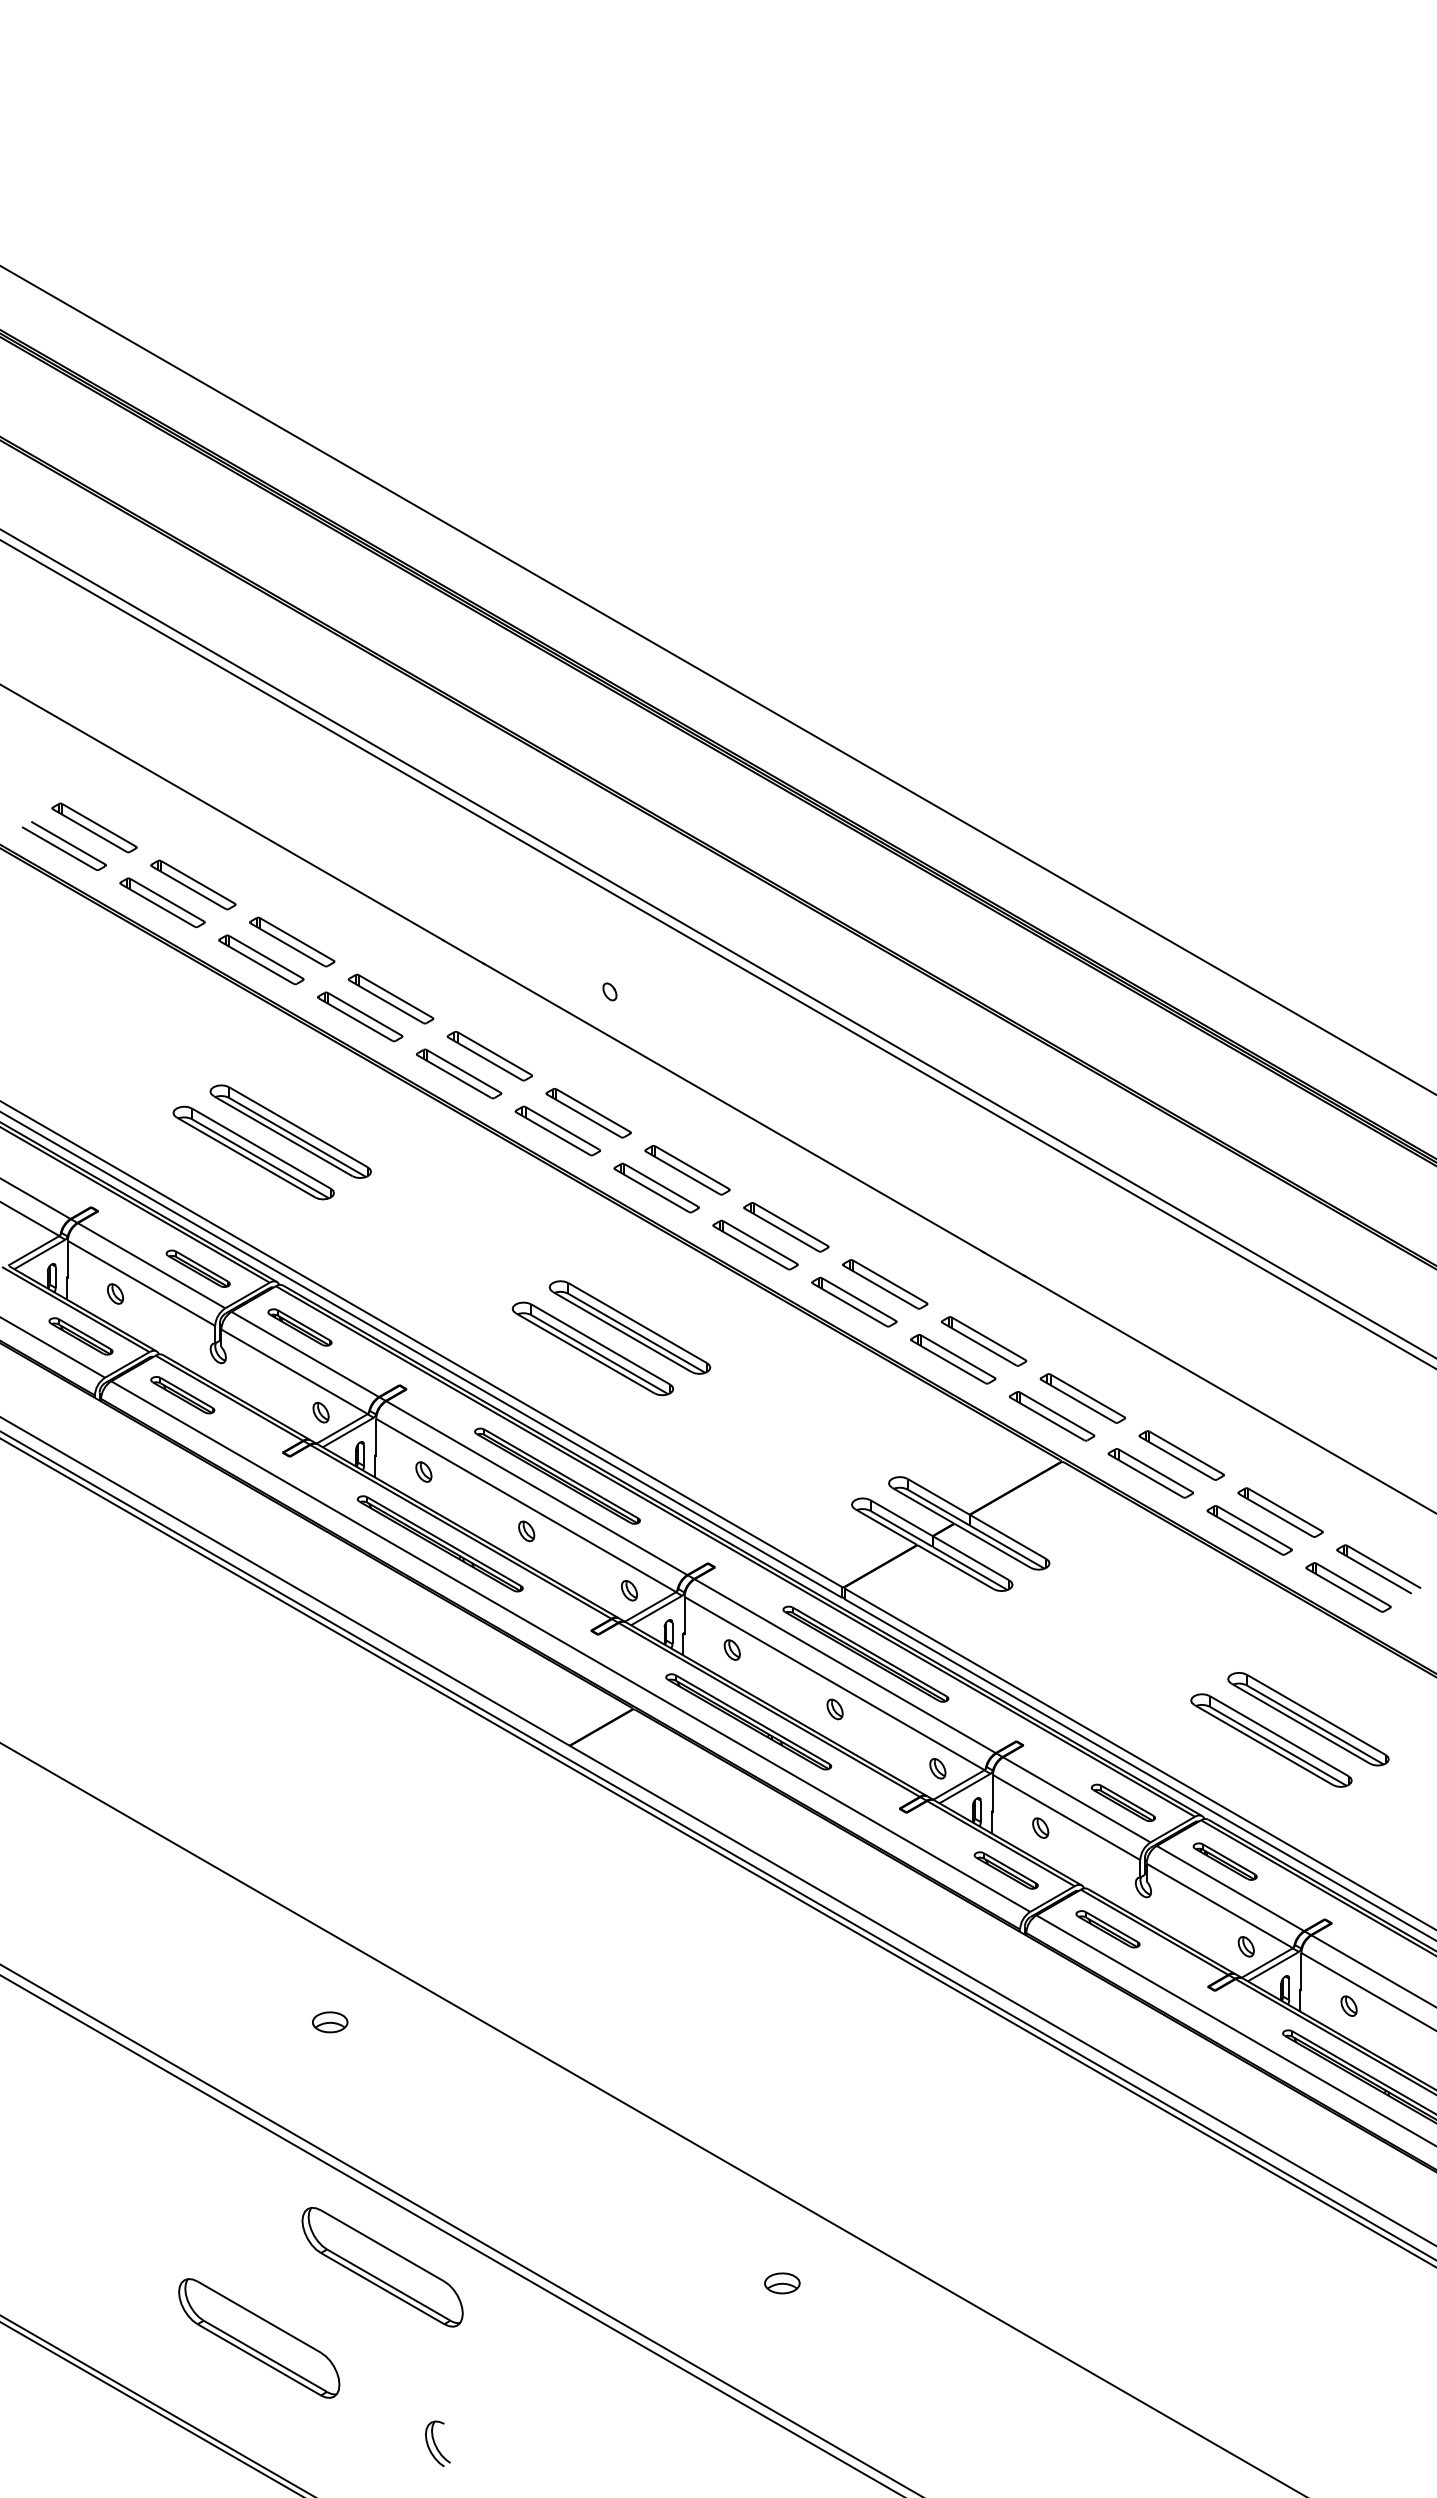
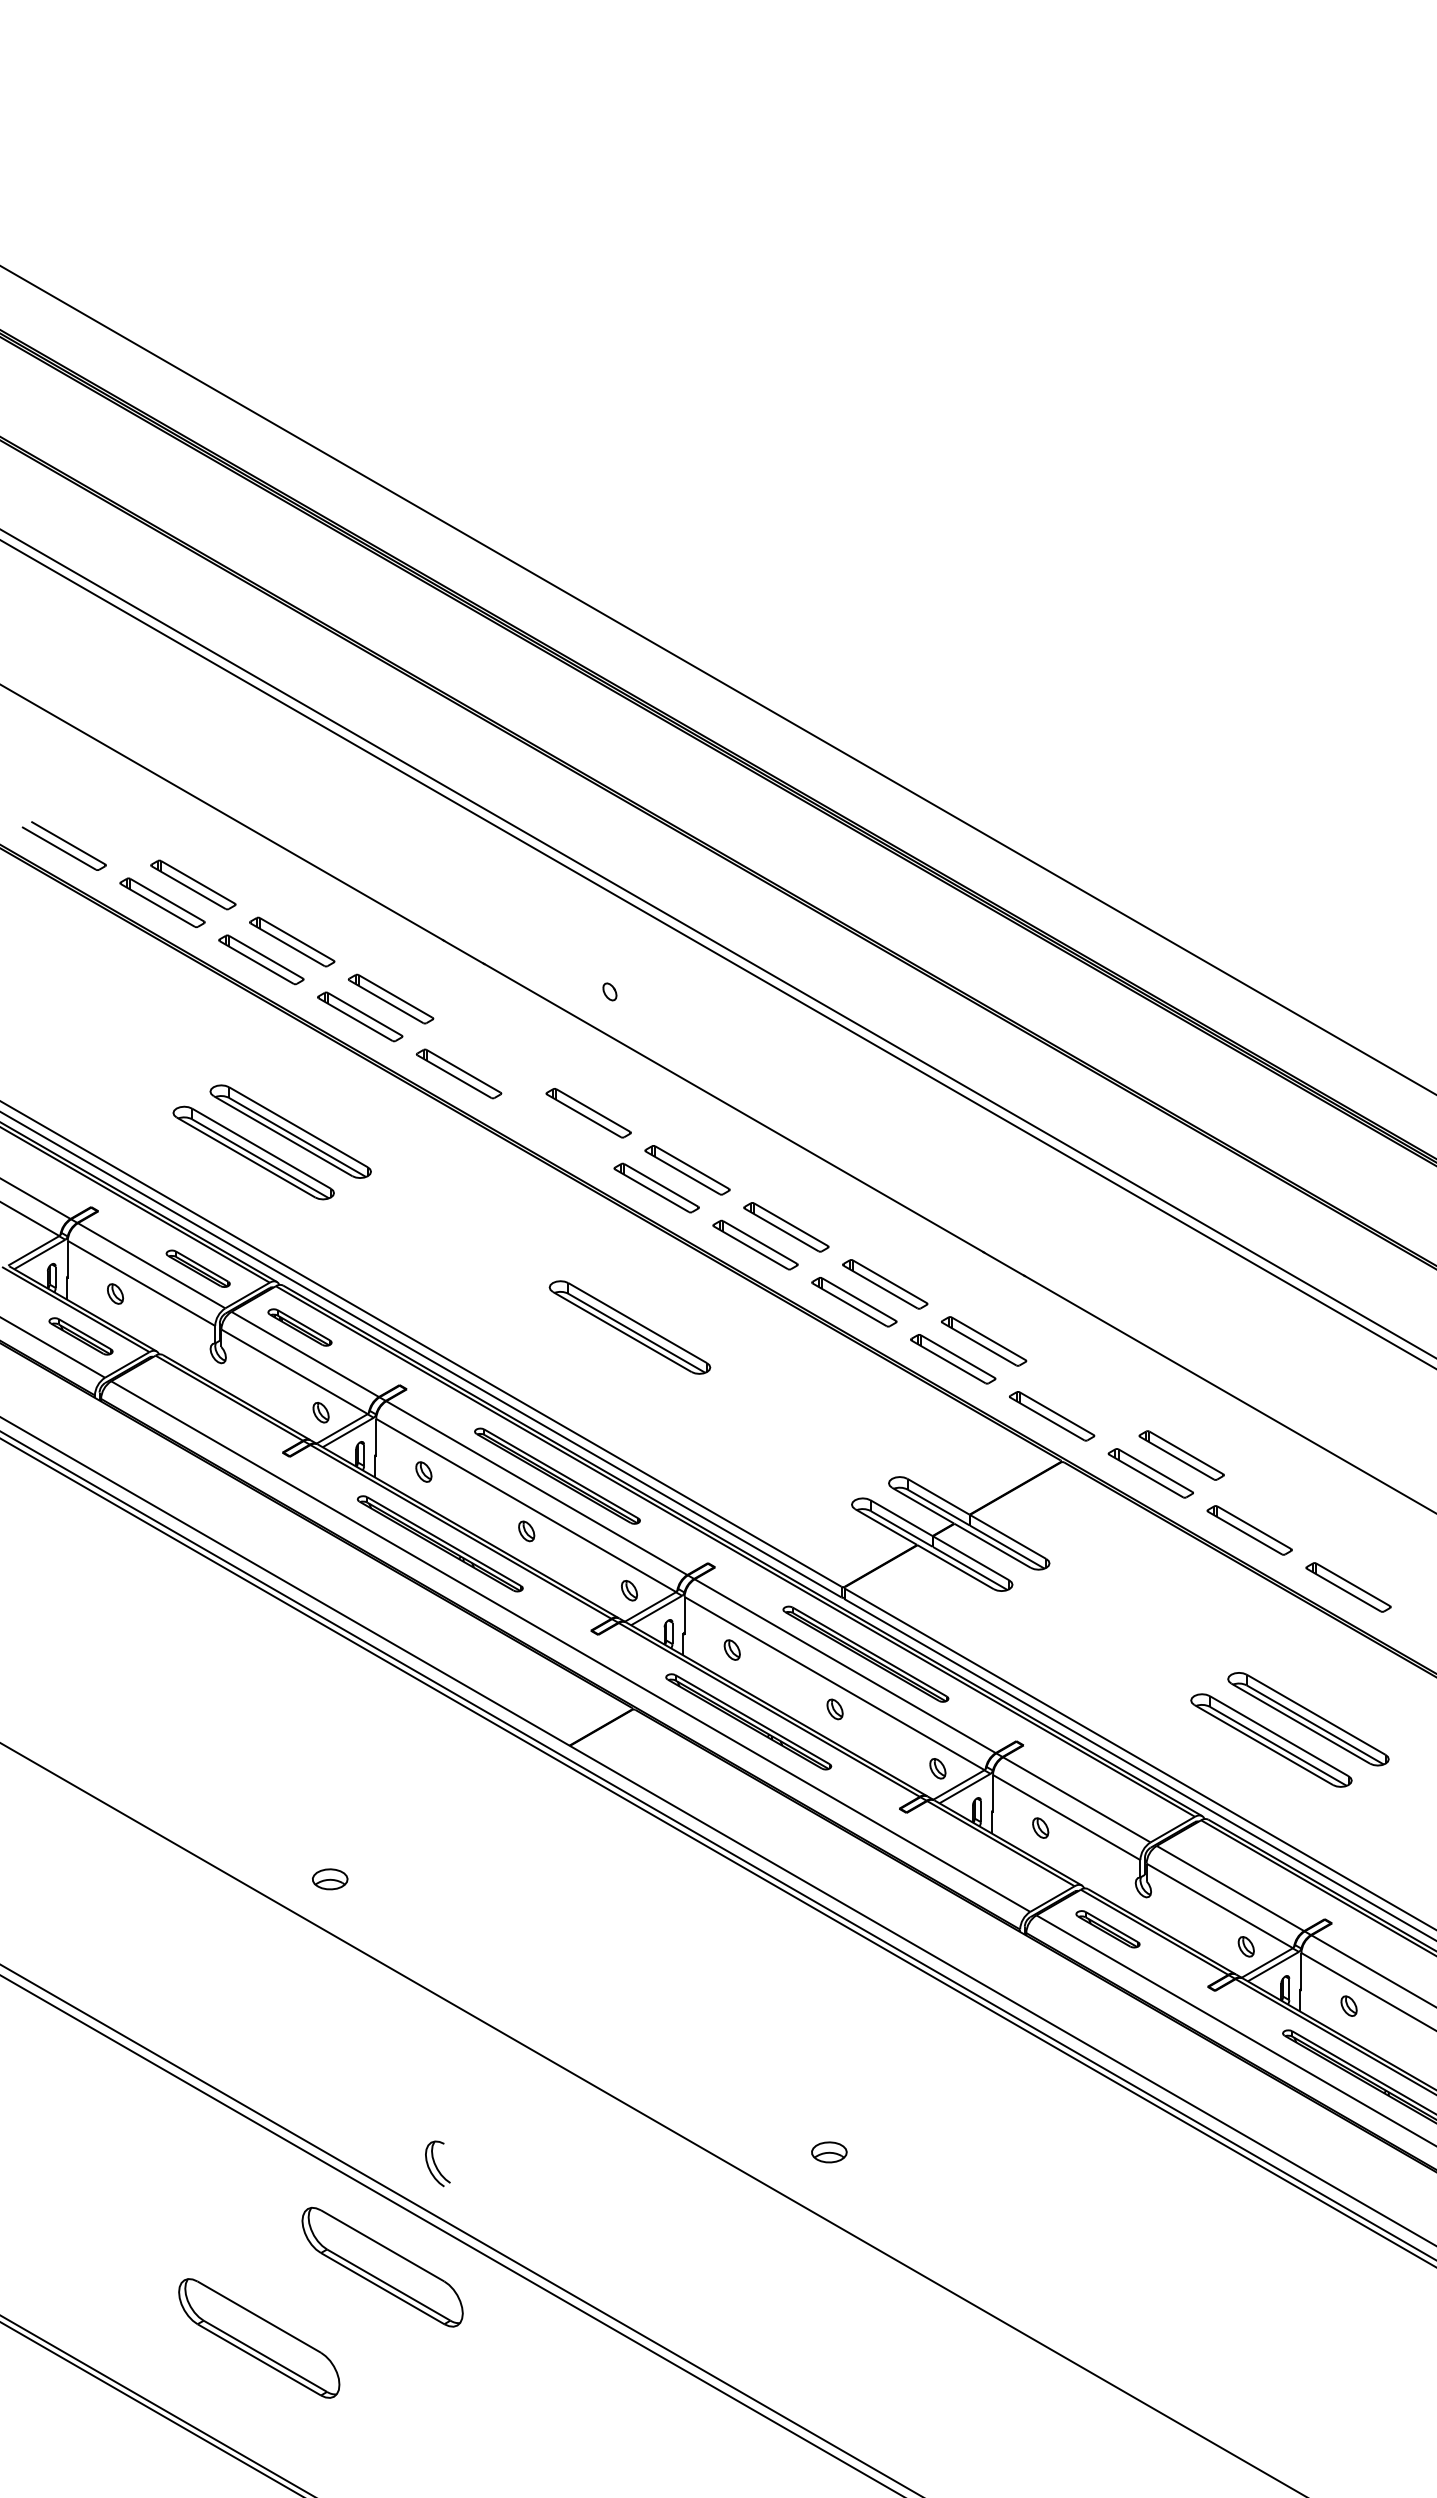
part at (94, 827): present -> none
part at (489, 1055): present -> none
part at (557, 1130): present -> none
part at (592, 1348): present -> none
part at (182, 1395): present -> none
part at (1082, 1398): present -> none
part at (1280, 1512): present -> none
part at (1378, 1569): present -> none
part at (1122, 1802): present -> none
part at (1224, 1861): present -> none
part at (1005, 1870): present -> none
part at (330, 2022) position: (330, 2022) -> (330, 1879)
part at (782, 2283) position: (782, 2283) -> (829, 2152)
part at (437, 2443) position: (437, 2443) -> (437, 2163)
